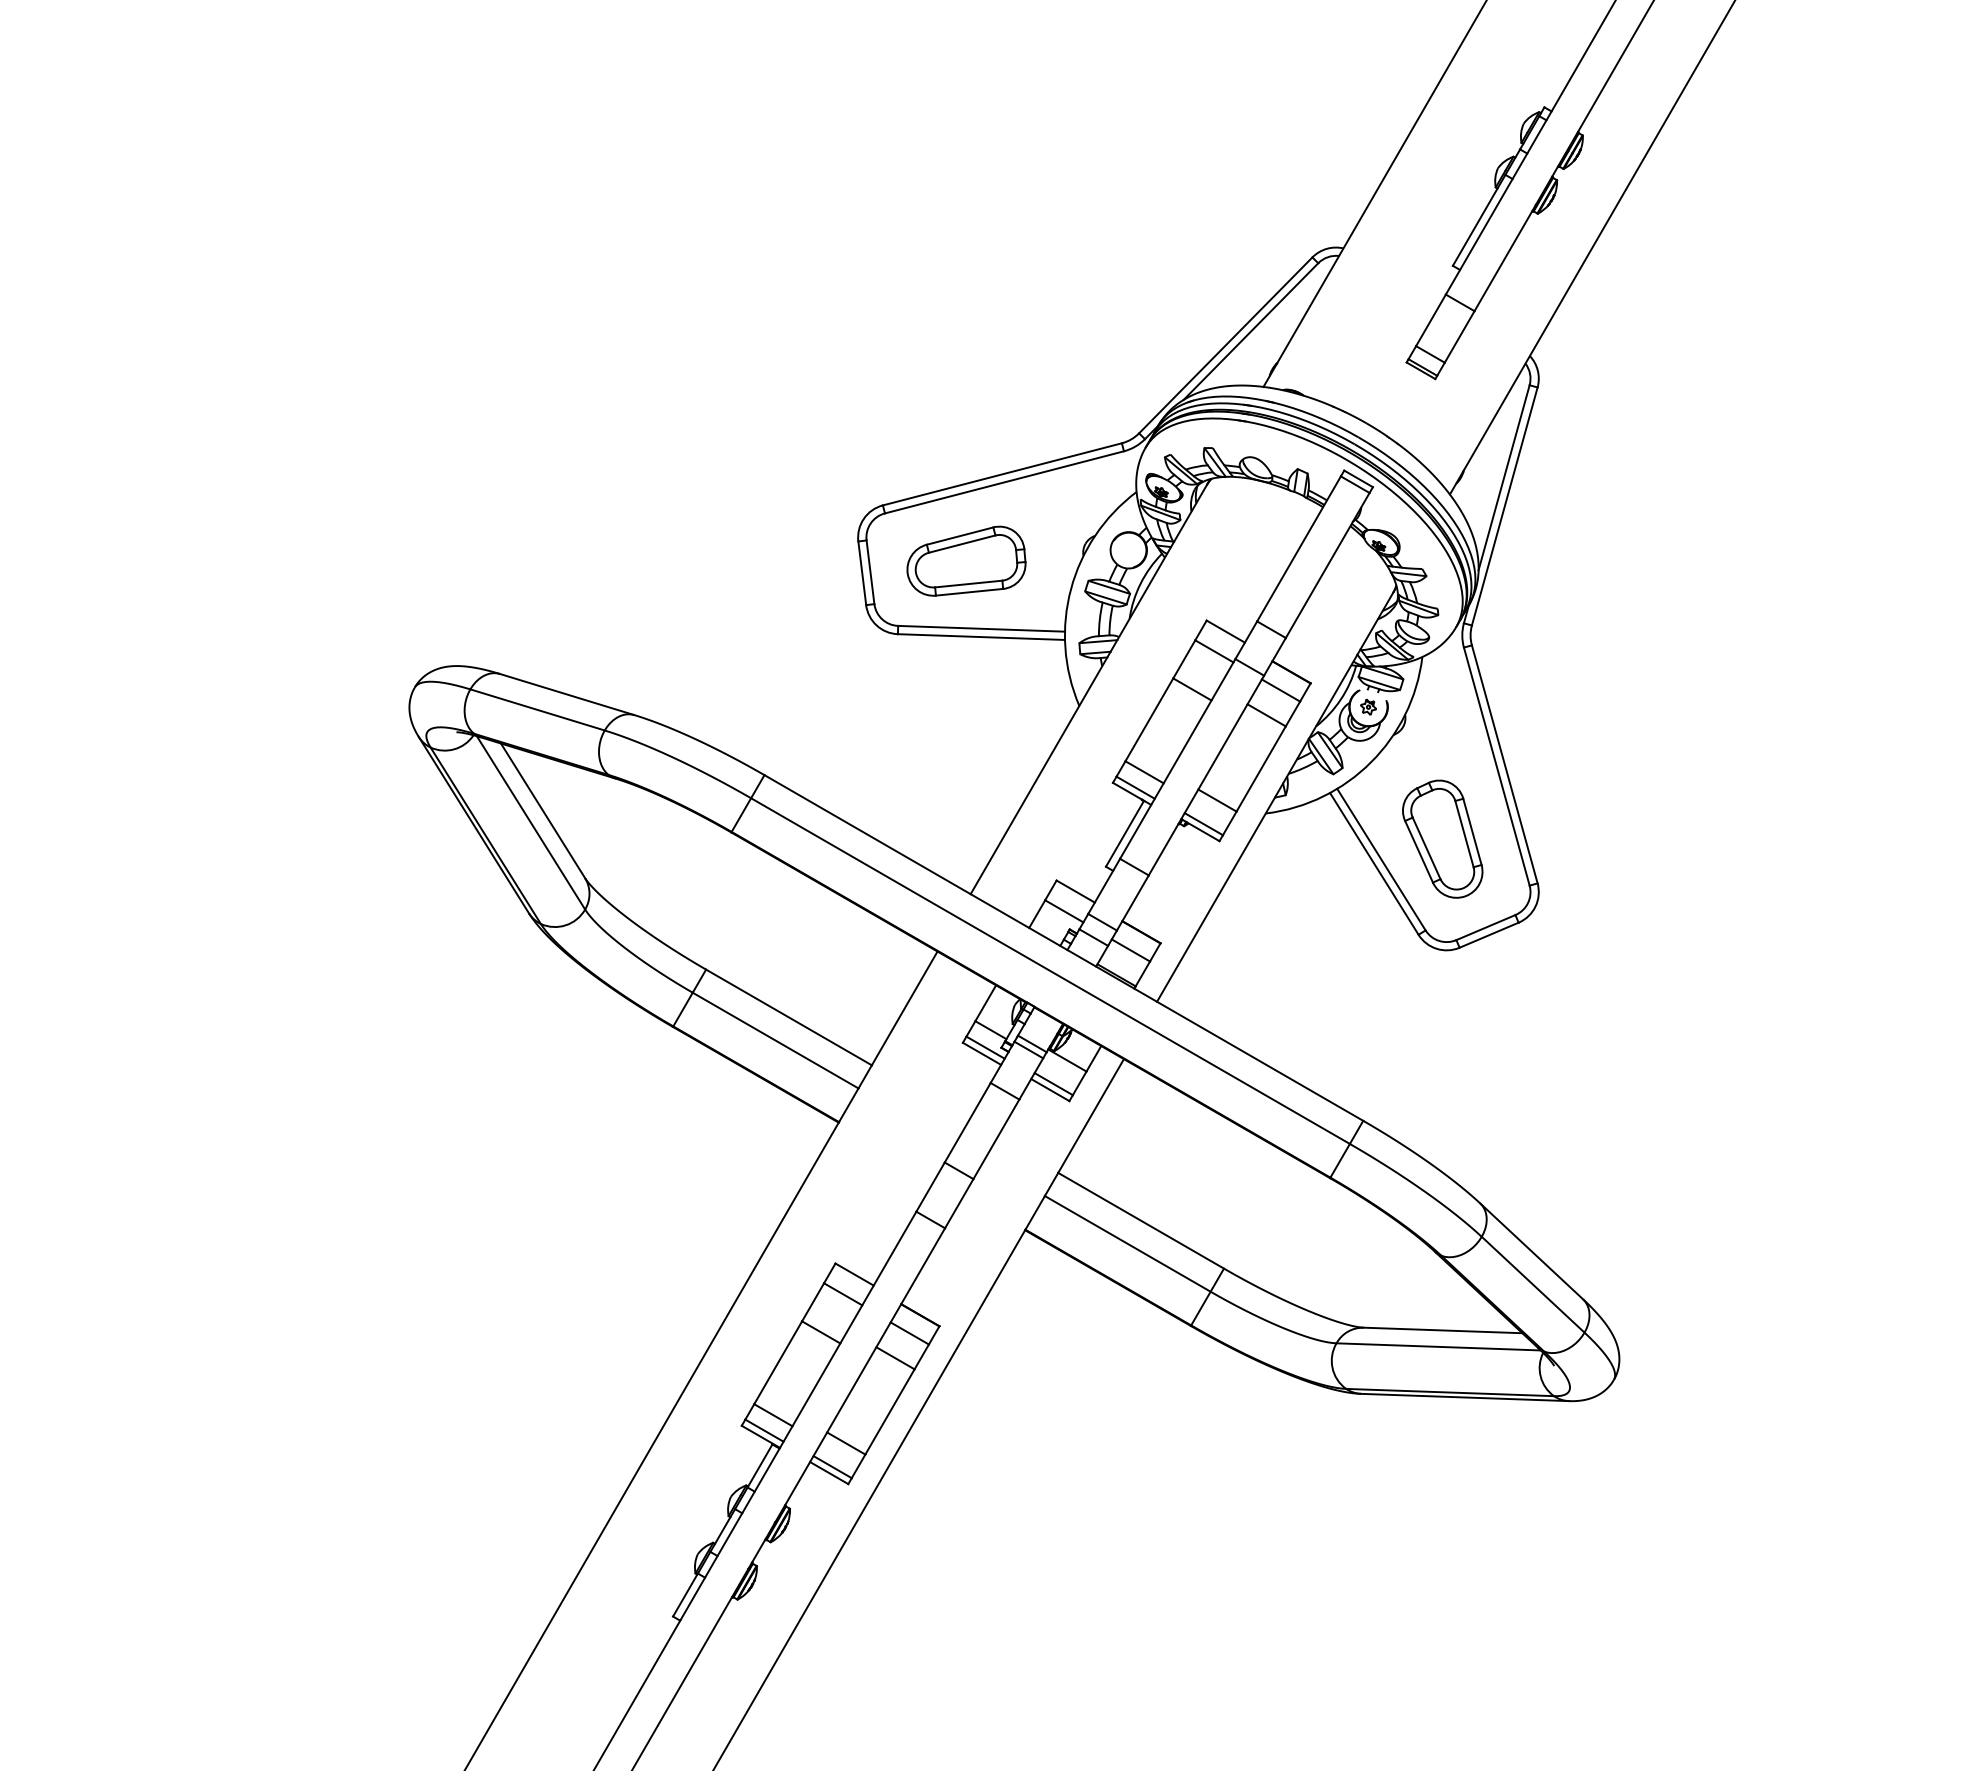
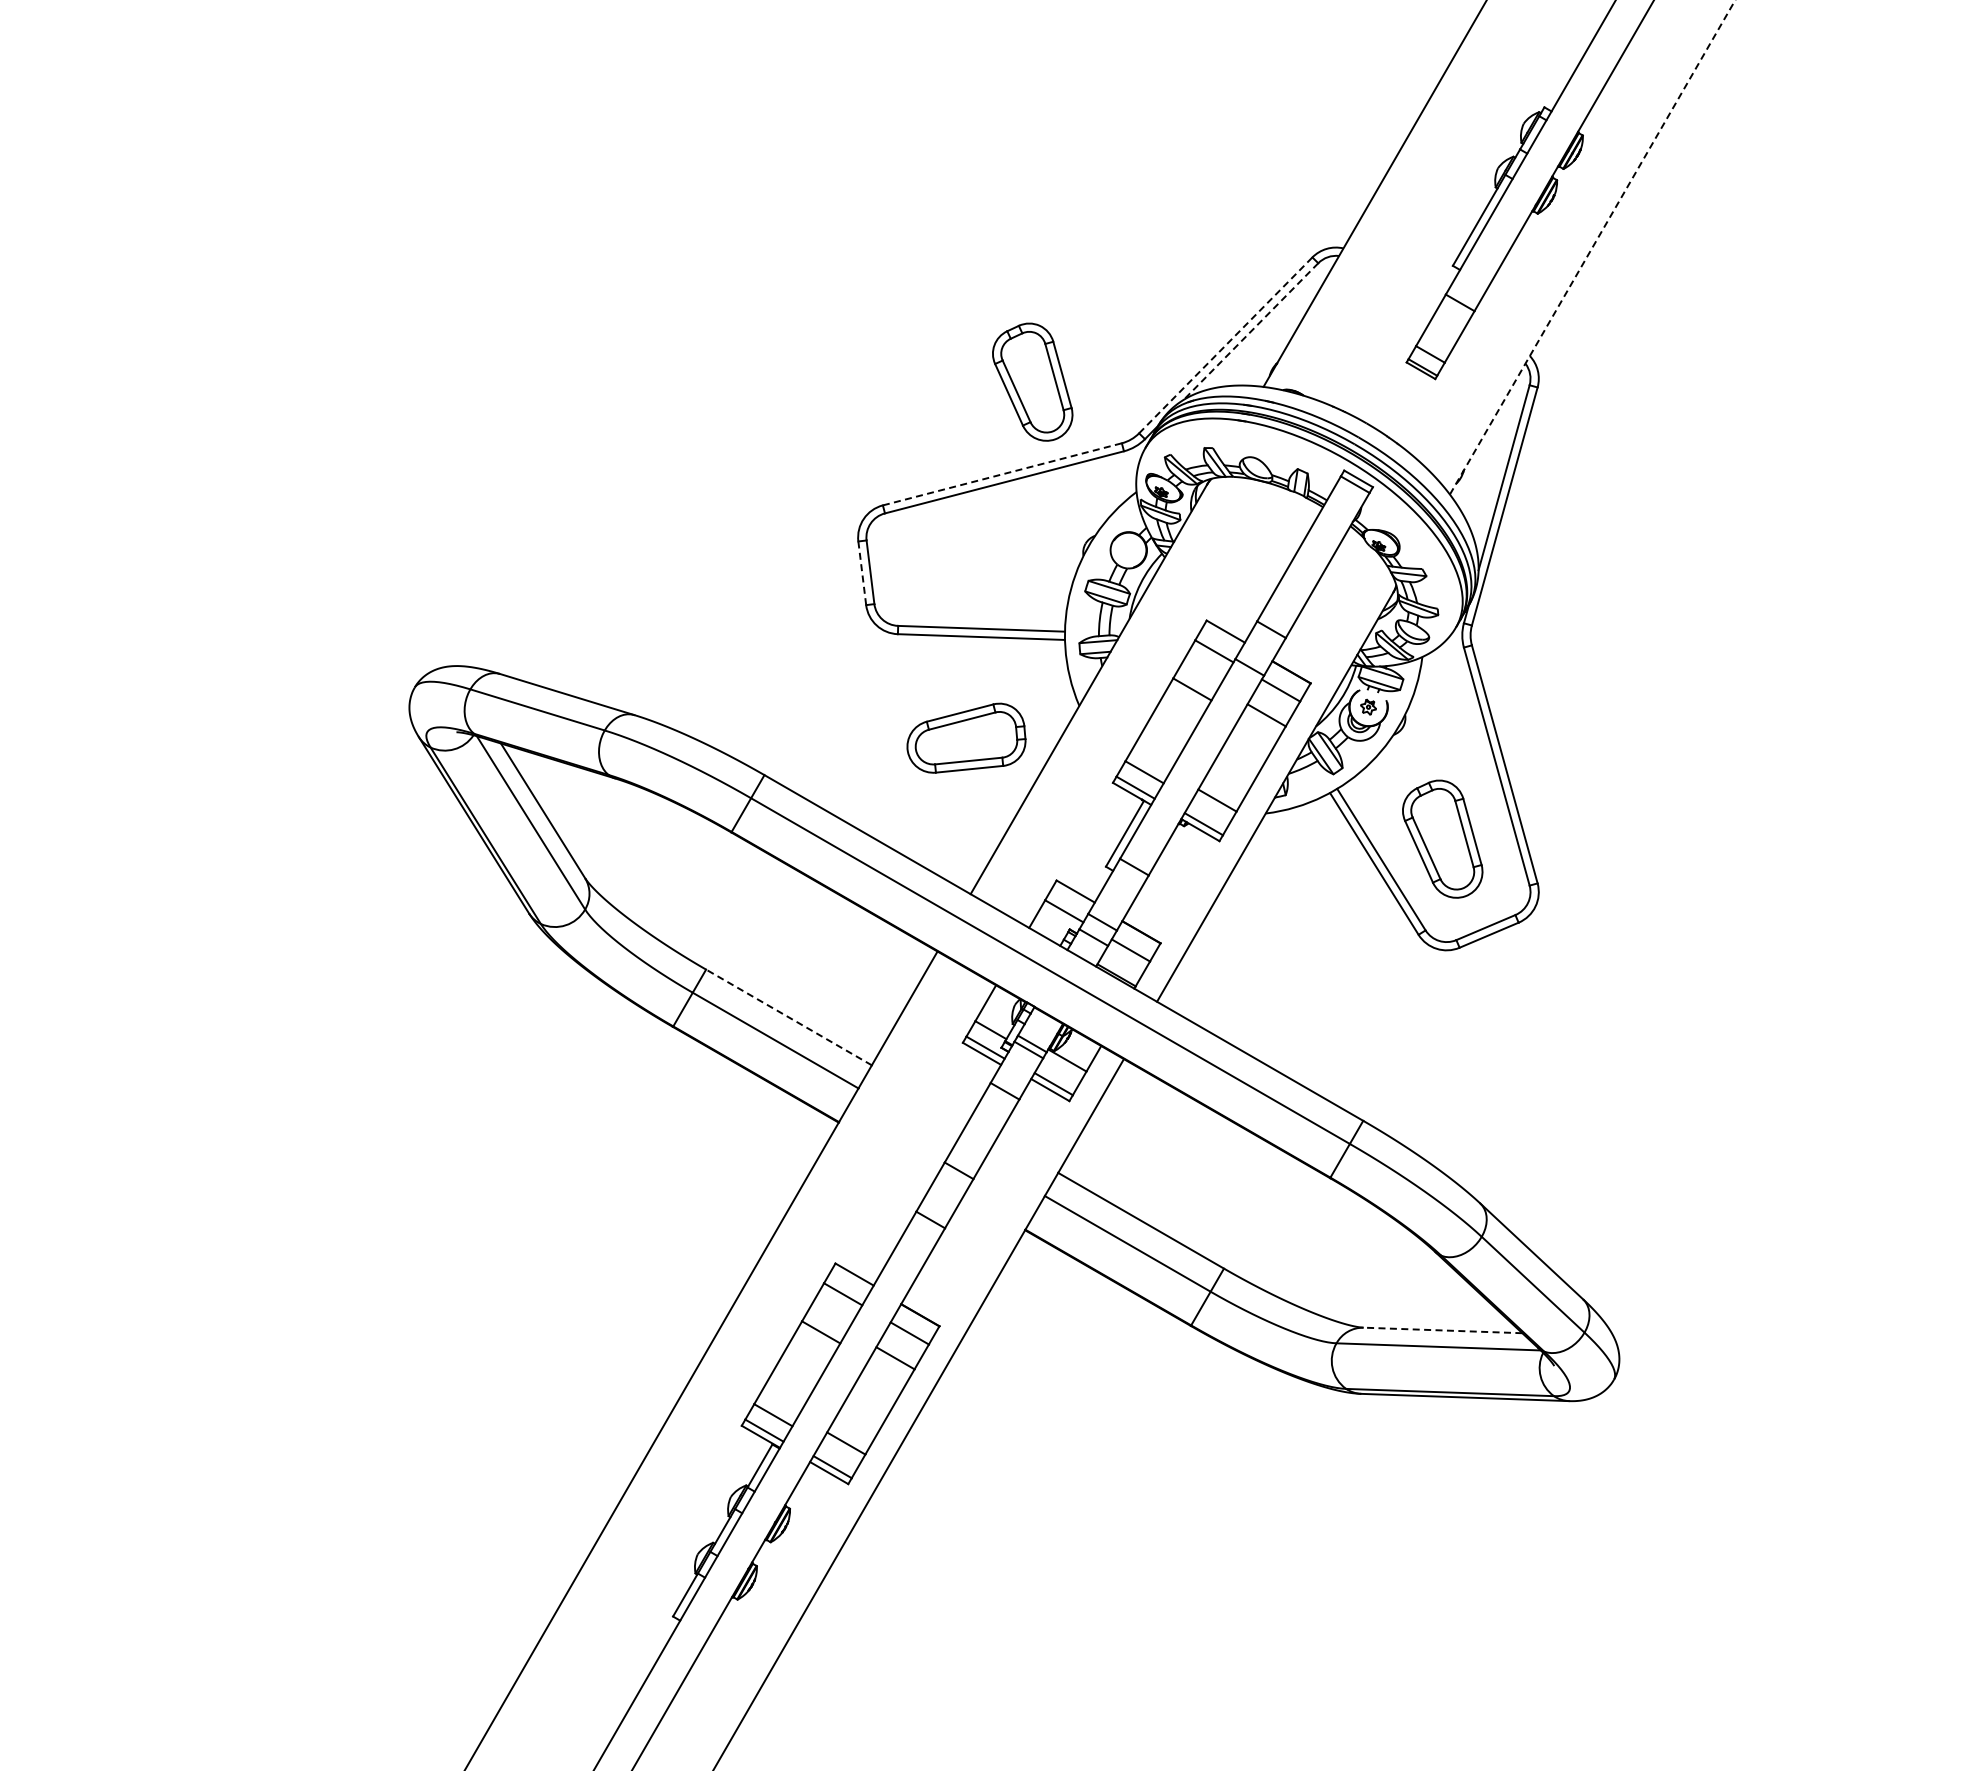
line at (1592, 246): solid -> dashed
line at (1250, 332): solid -> dashed
line at (1226, 345): solid -> dashed
part at (1032, 381): none -> present
line at (1002, 474): solid -> dashed
part at (966, 560) position: (966, 560) -> (966, 737)
line at (862, 572): solid -> dashed
line at (789, 1017): solid -> dashed
line at (1442, 1330): solid -> dashed
